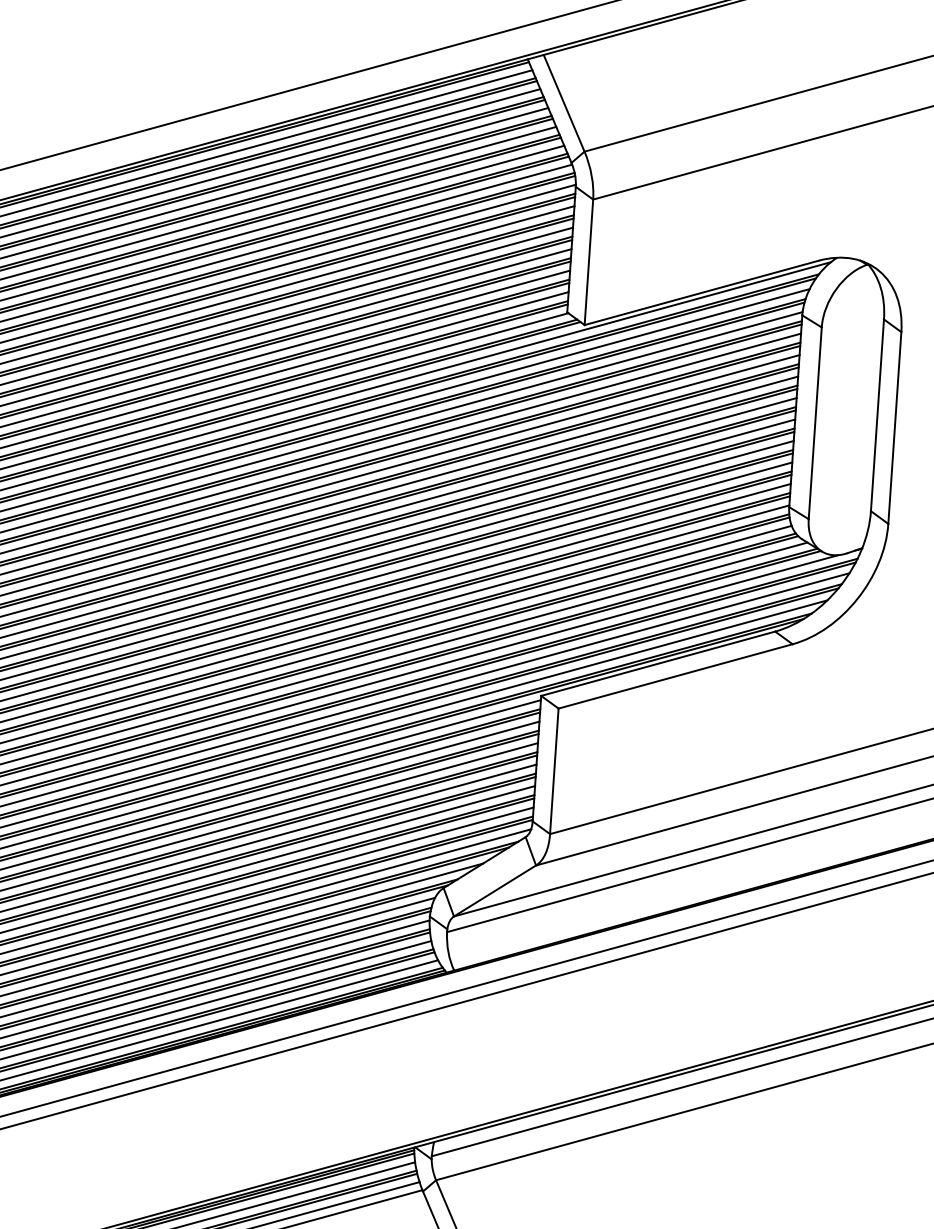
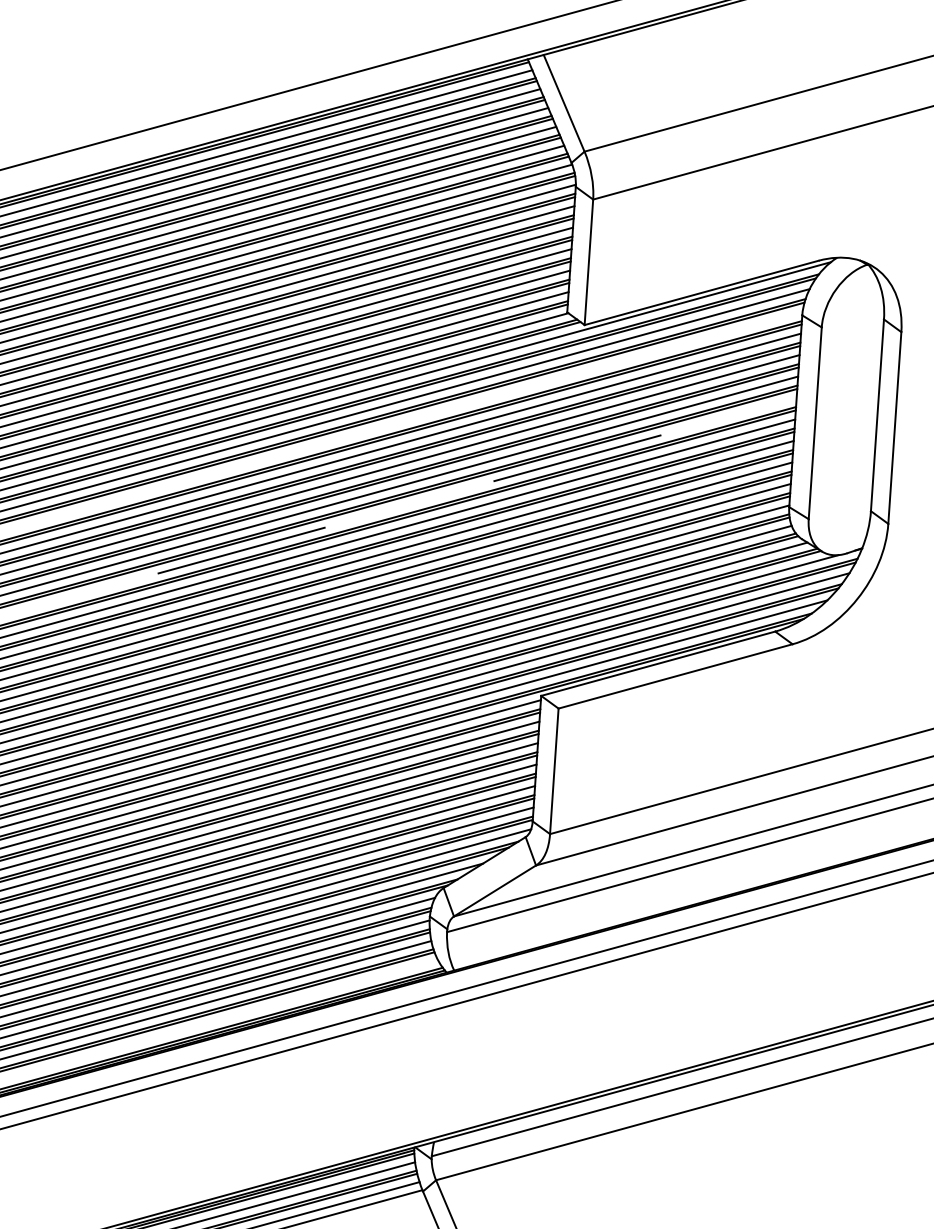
line at (402, 422): present -> none
line at (398, 507): solid -> dashed
line at (220, 1019): present -> none
